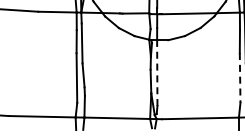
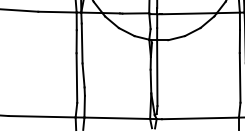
line at (157, 73): dashed -> solid
line at (240, 77): dashed -> solid
